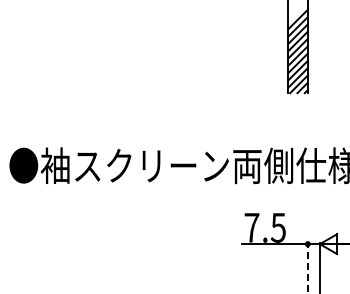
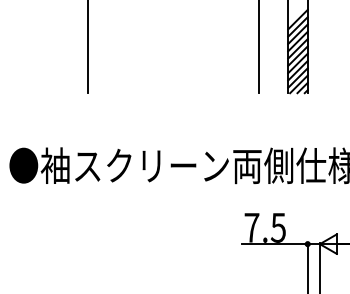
line at (88, 47): none -> present
line at (258, 47): none -> present
line at (307, 267): dashed -> solid
